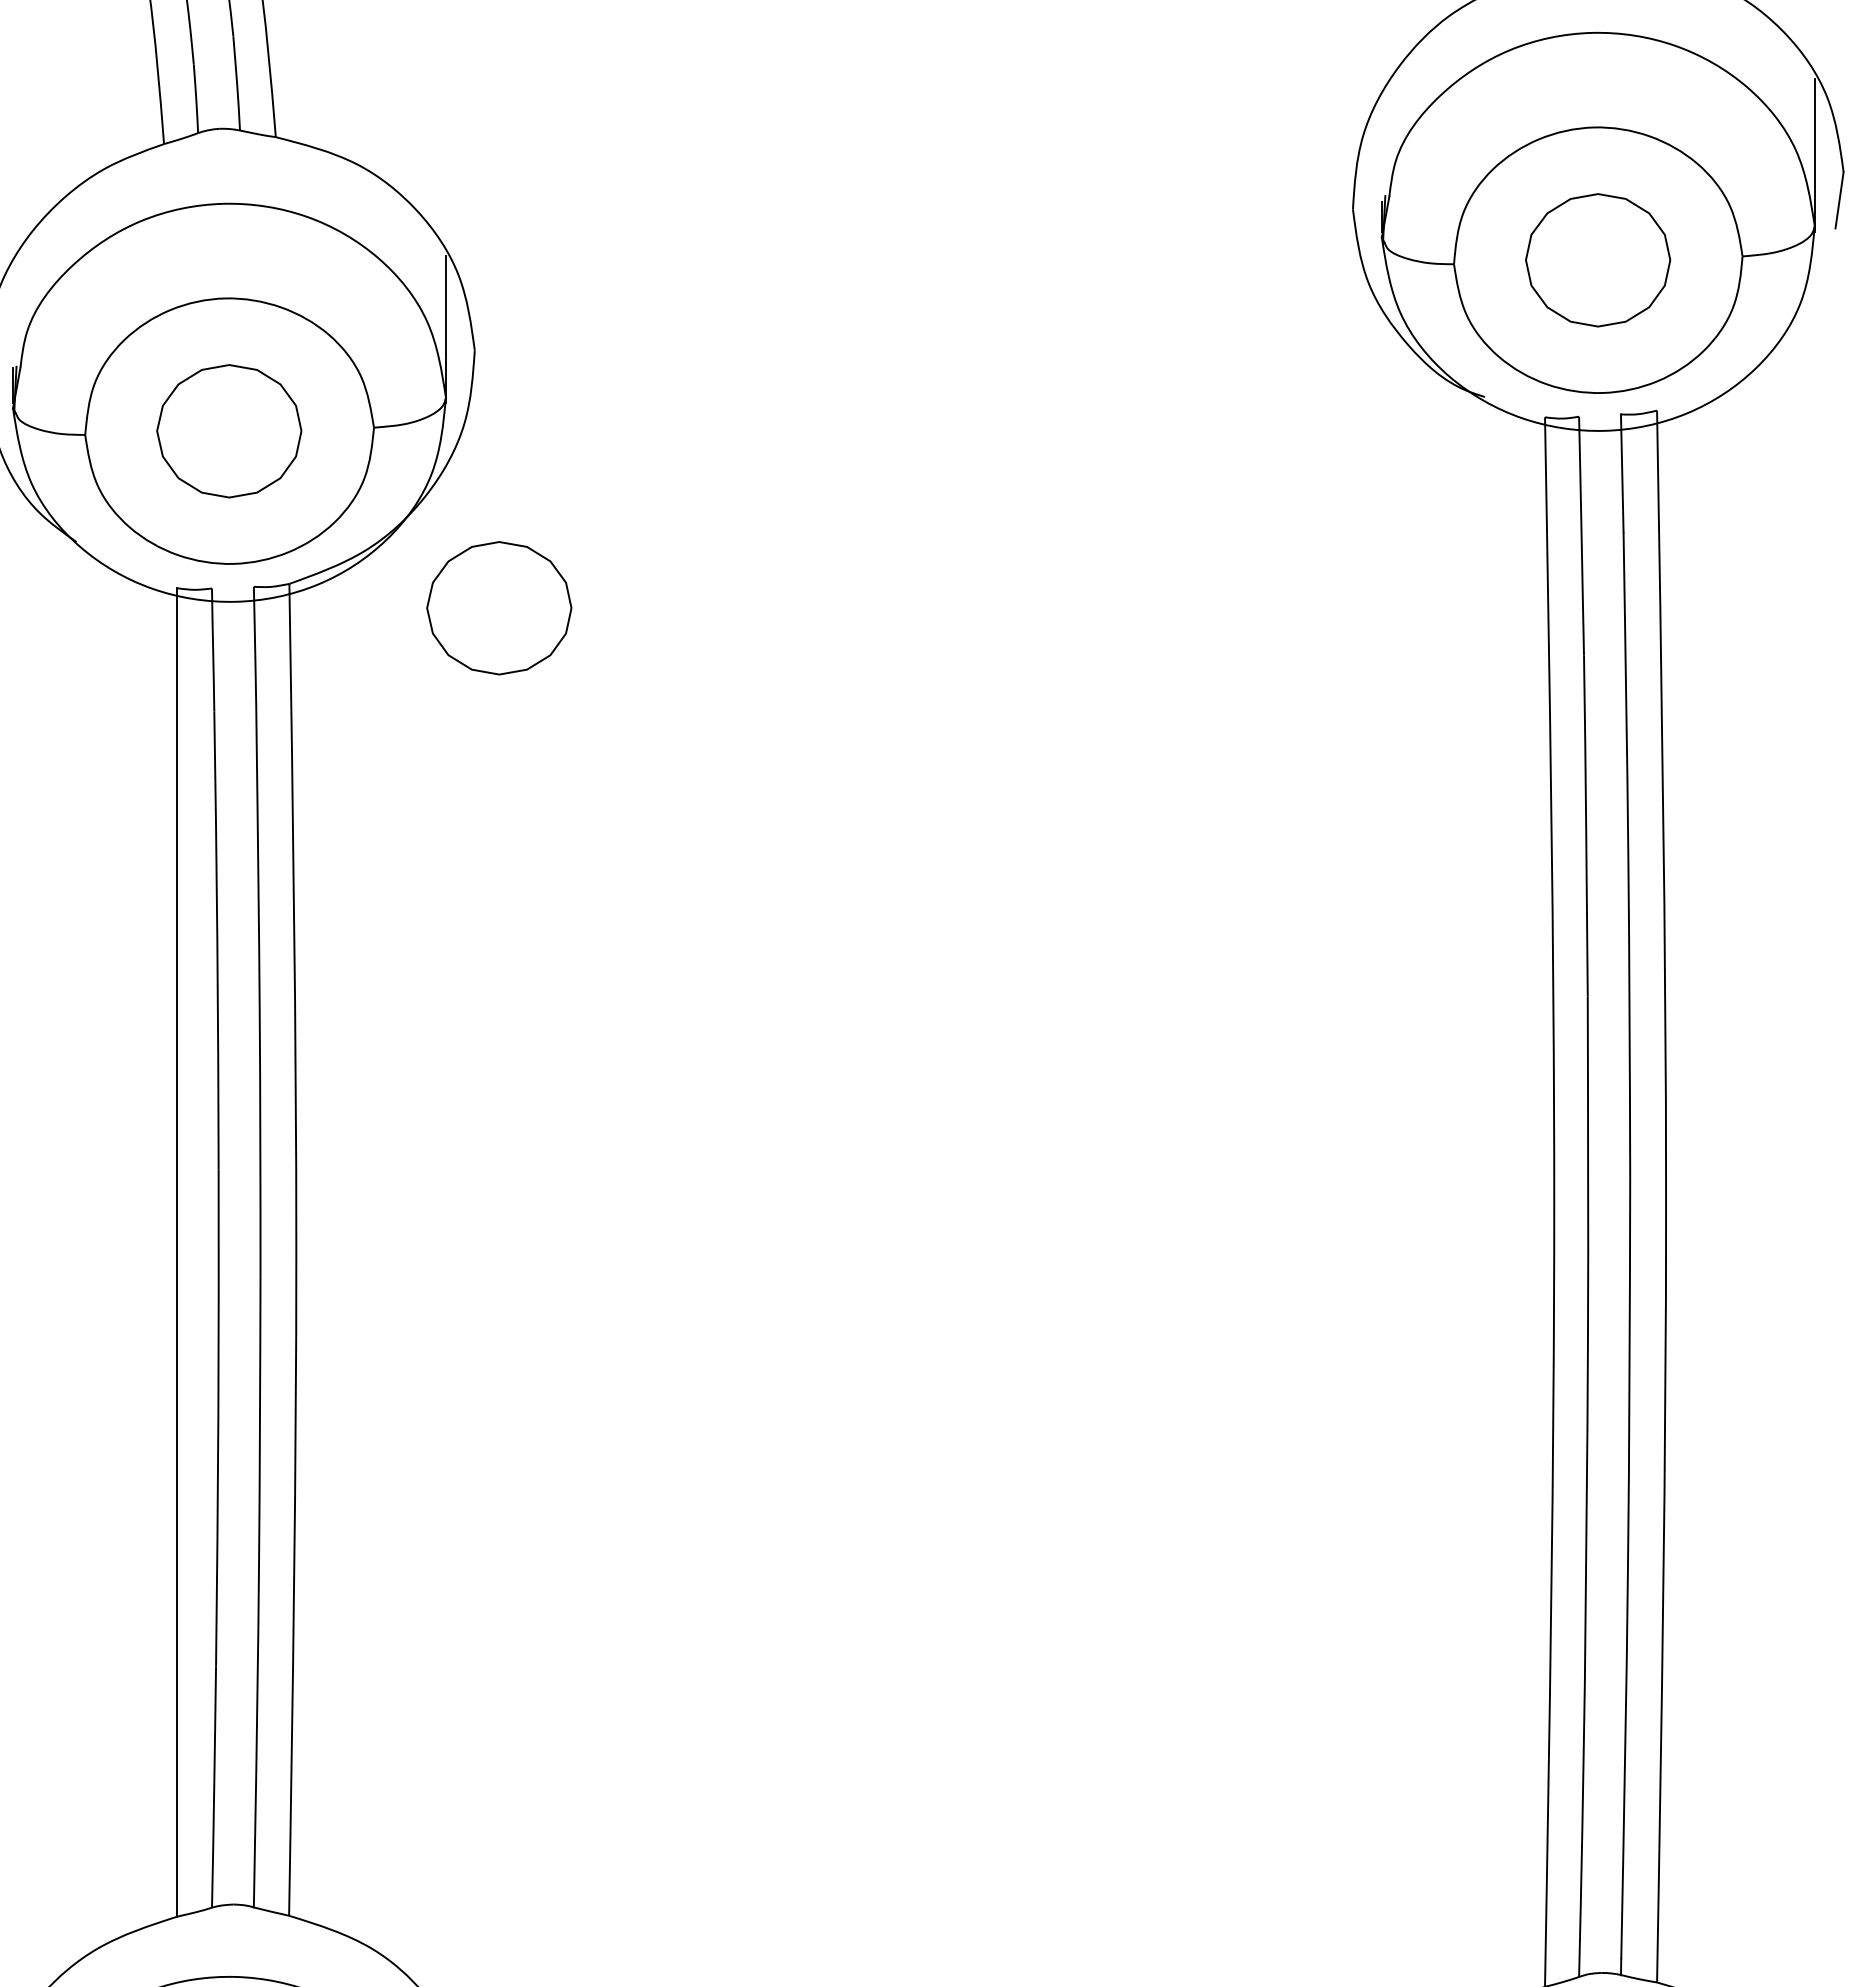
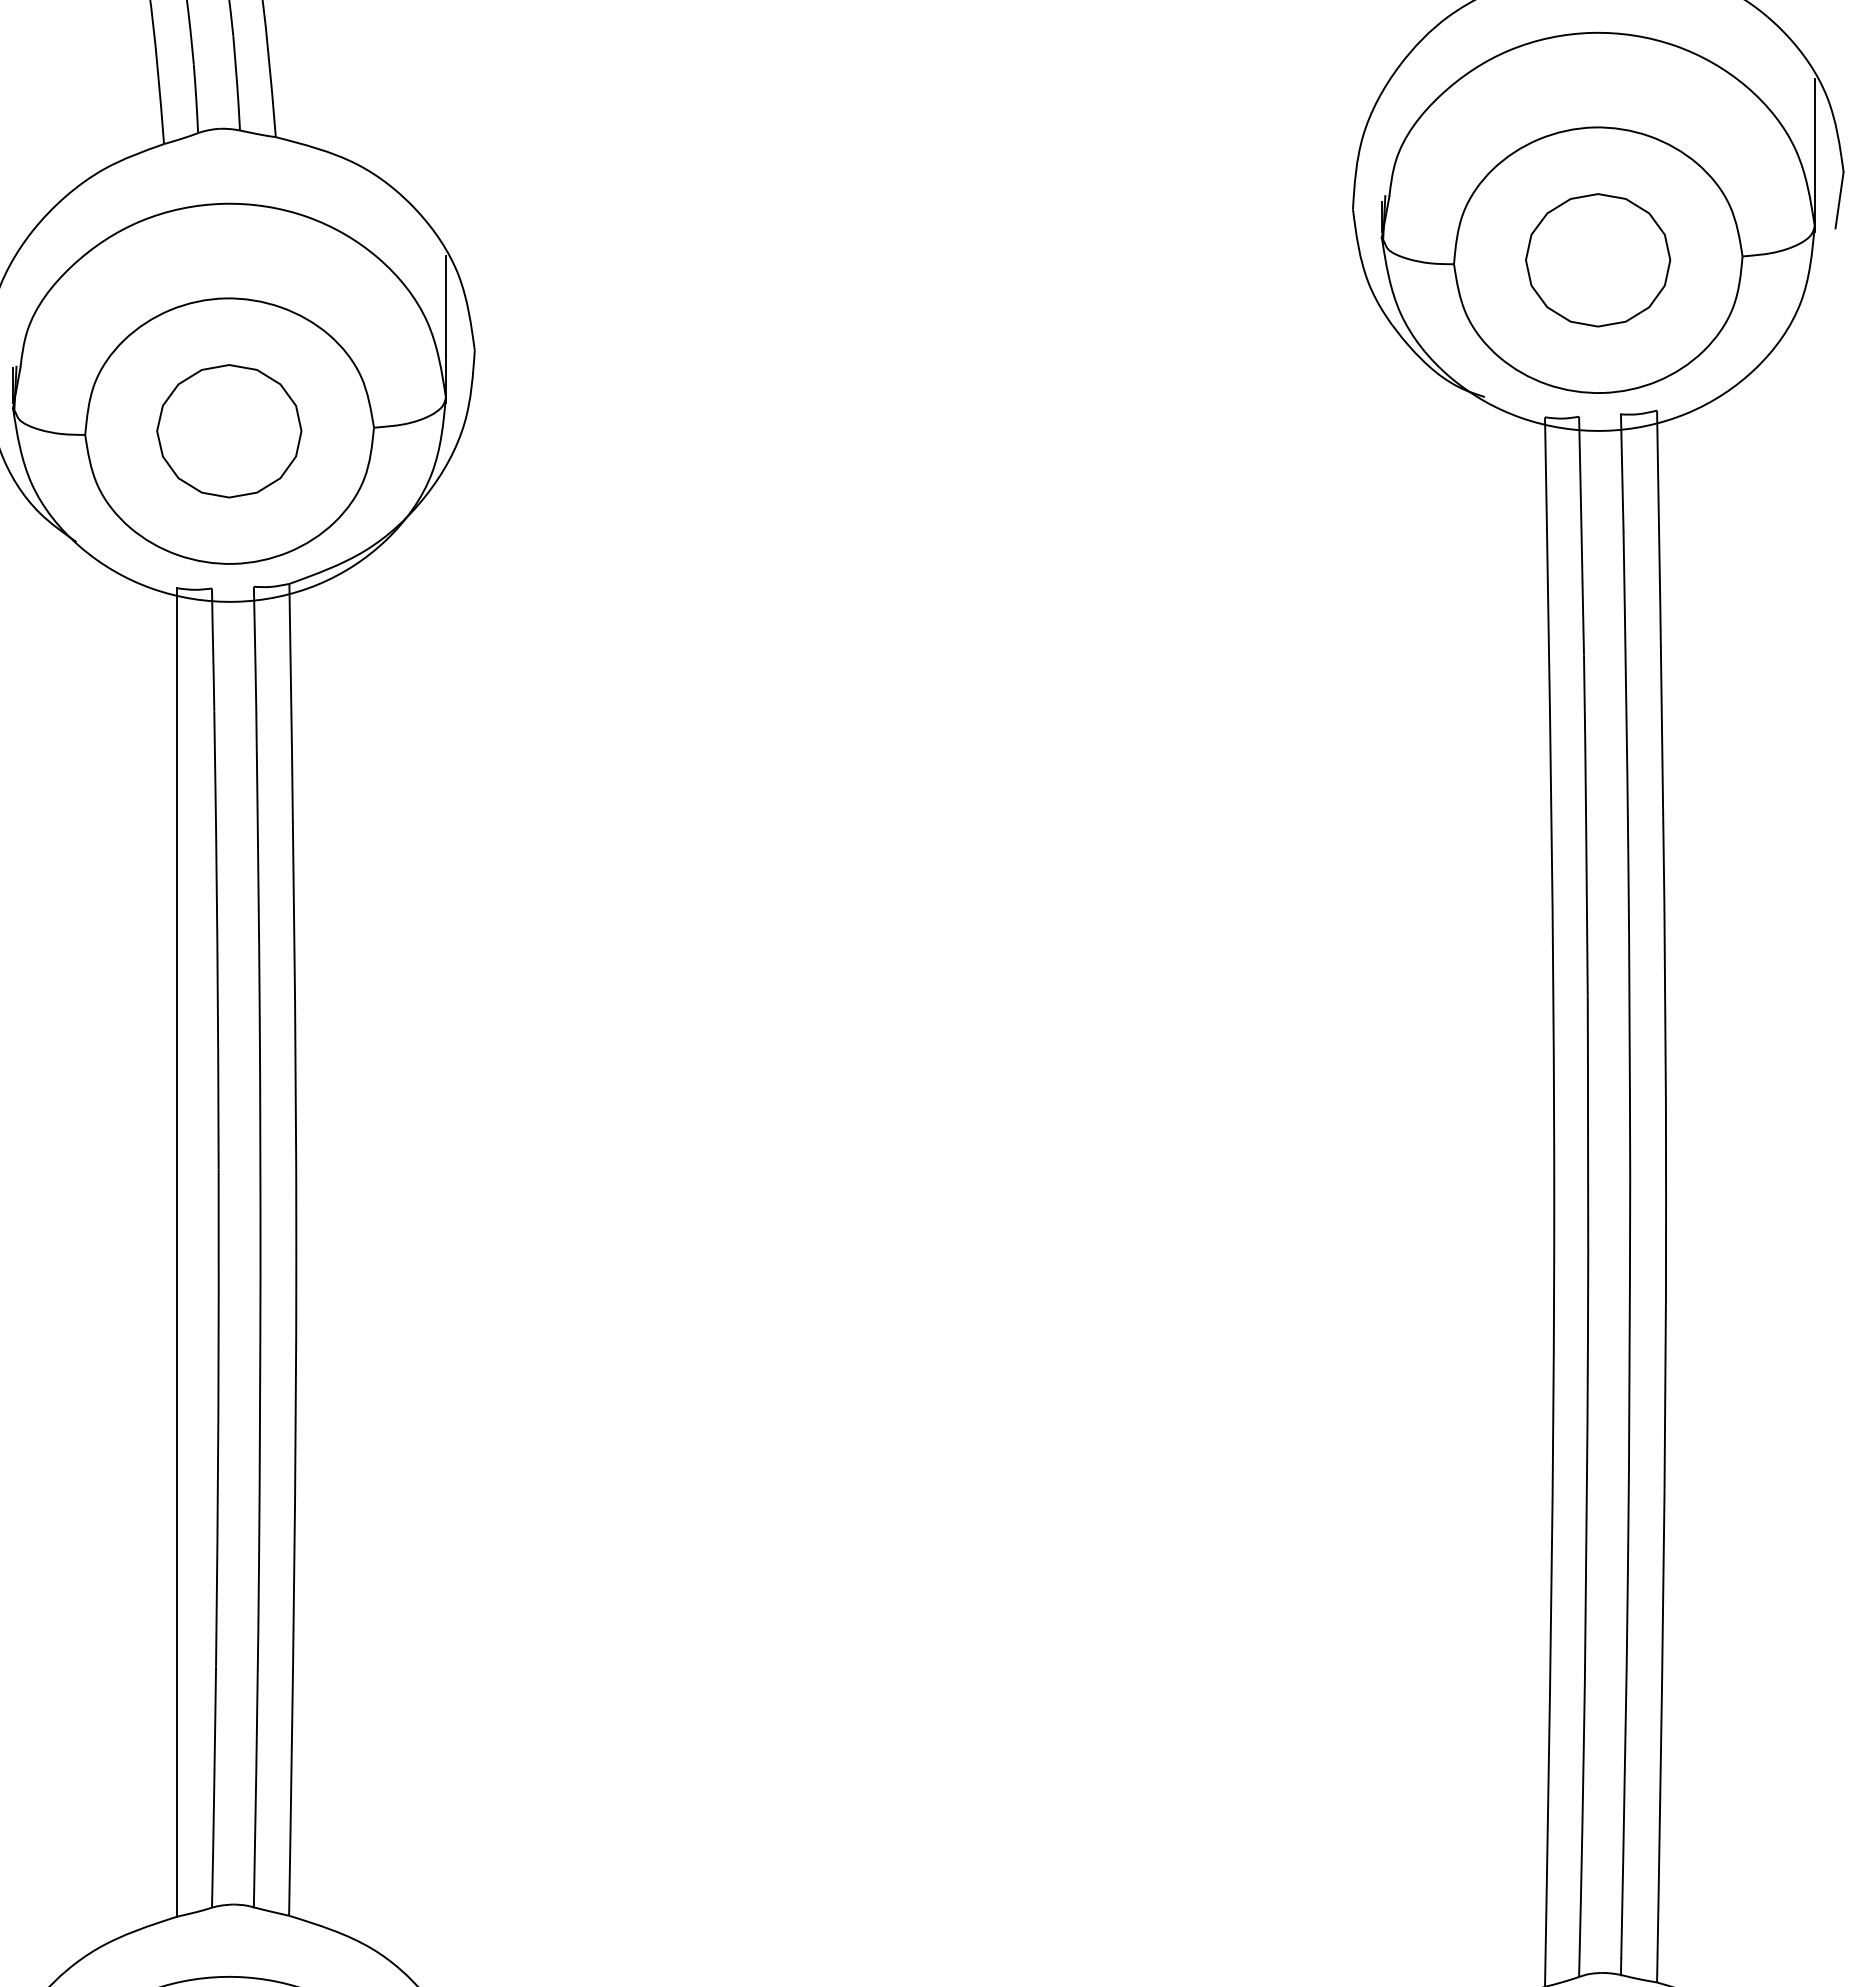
part at (499, 608): present -> none
